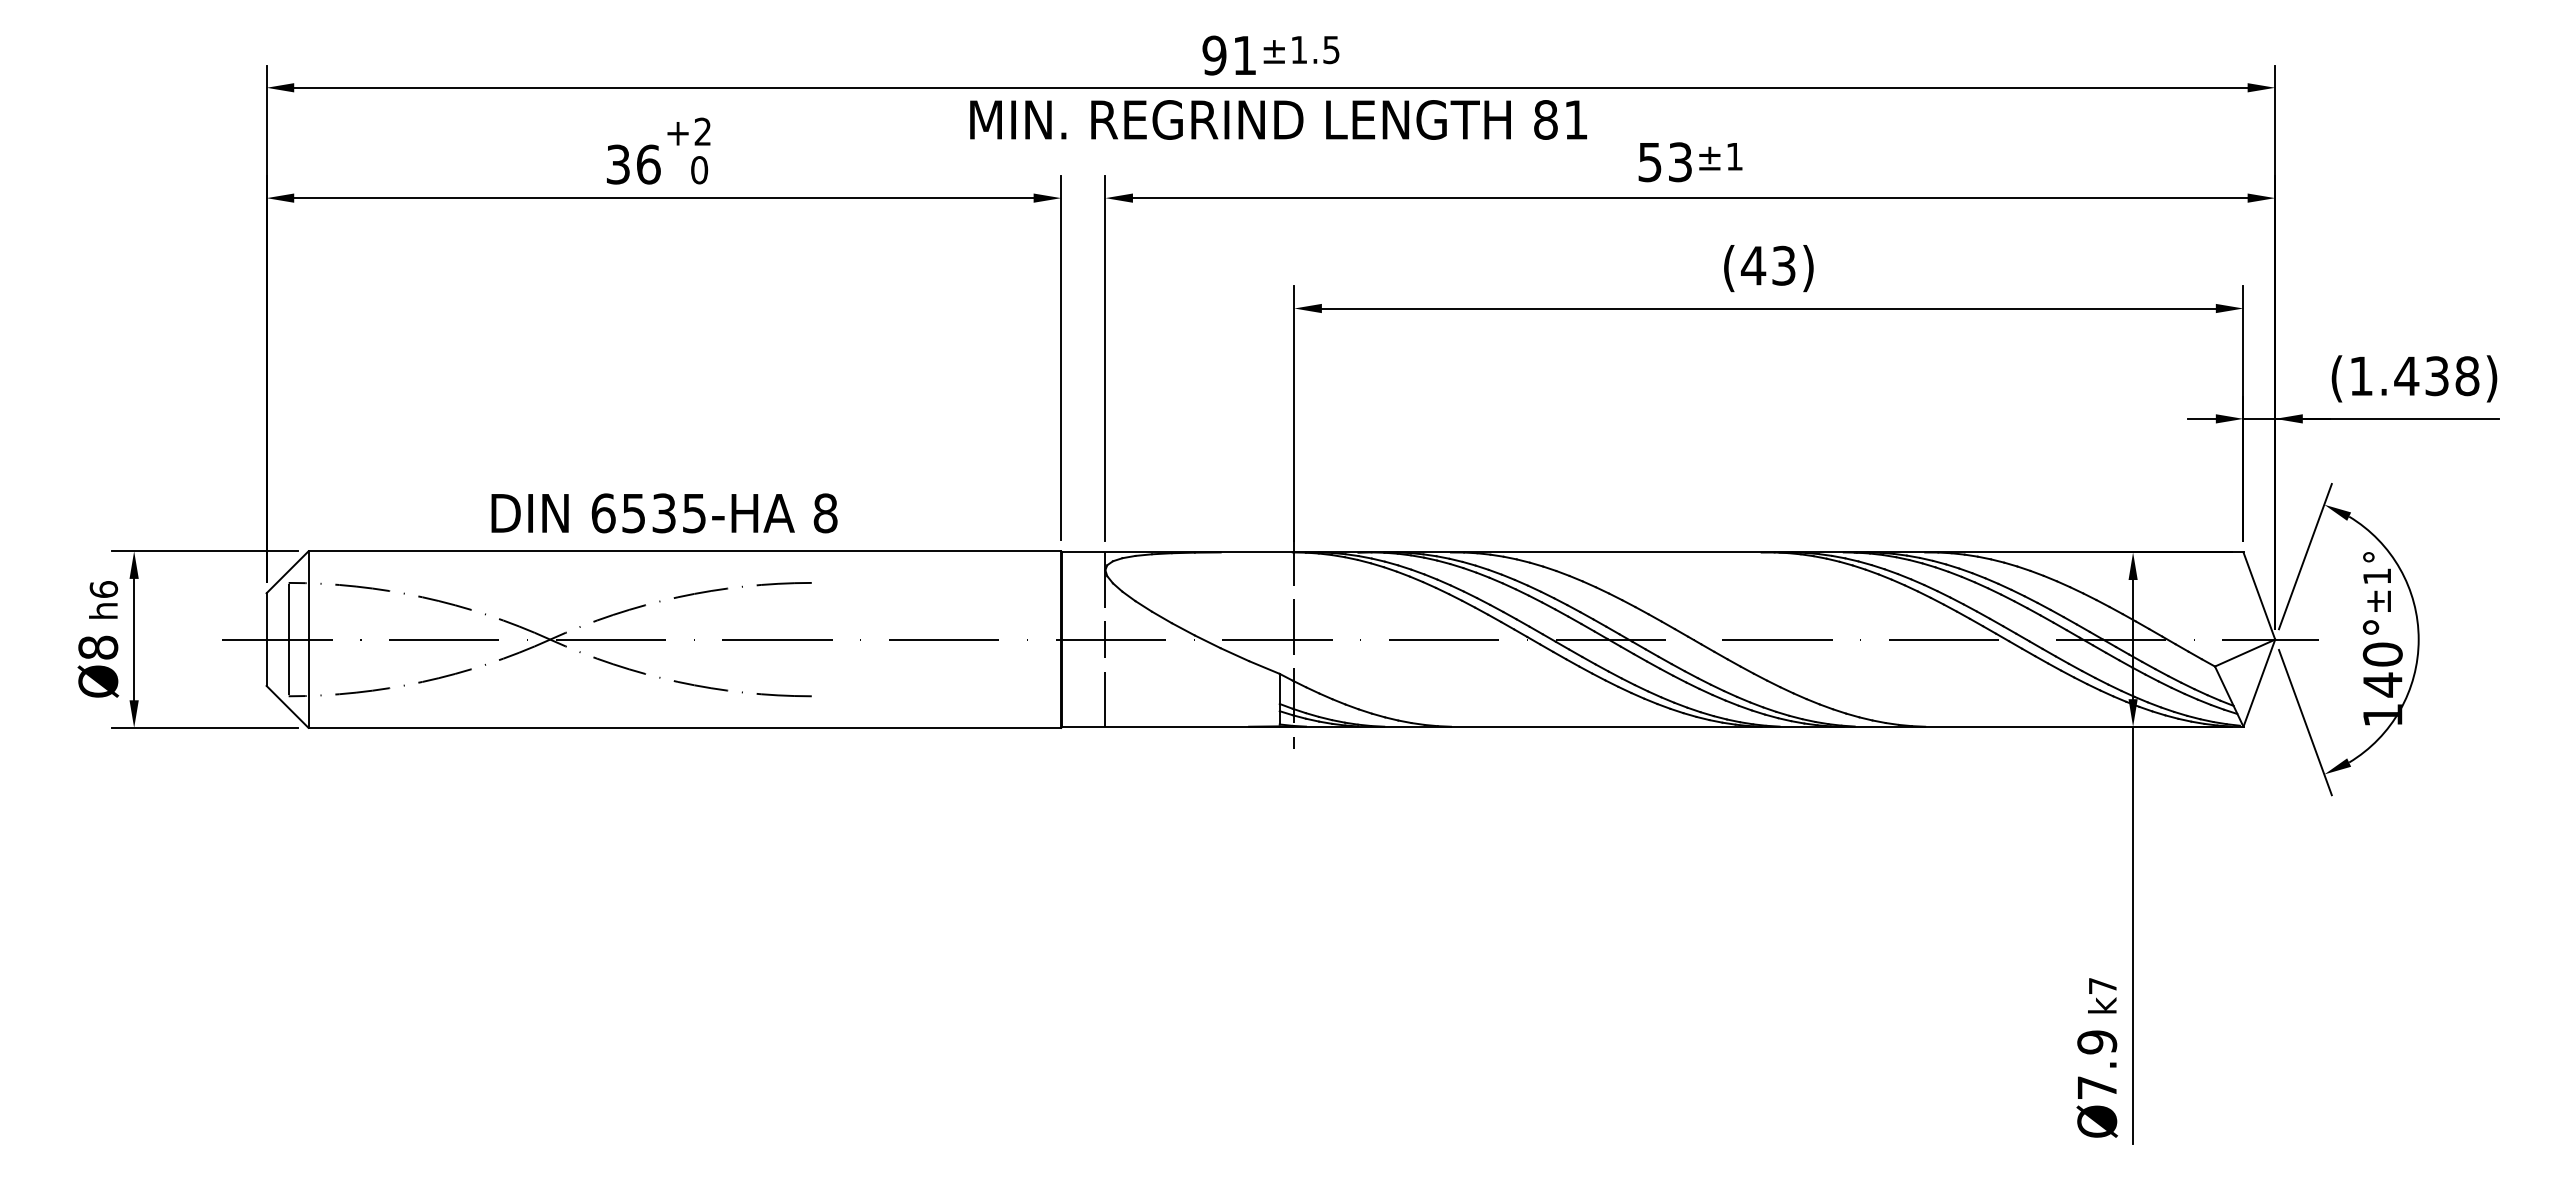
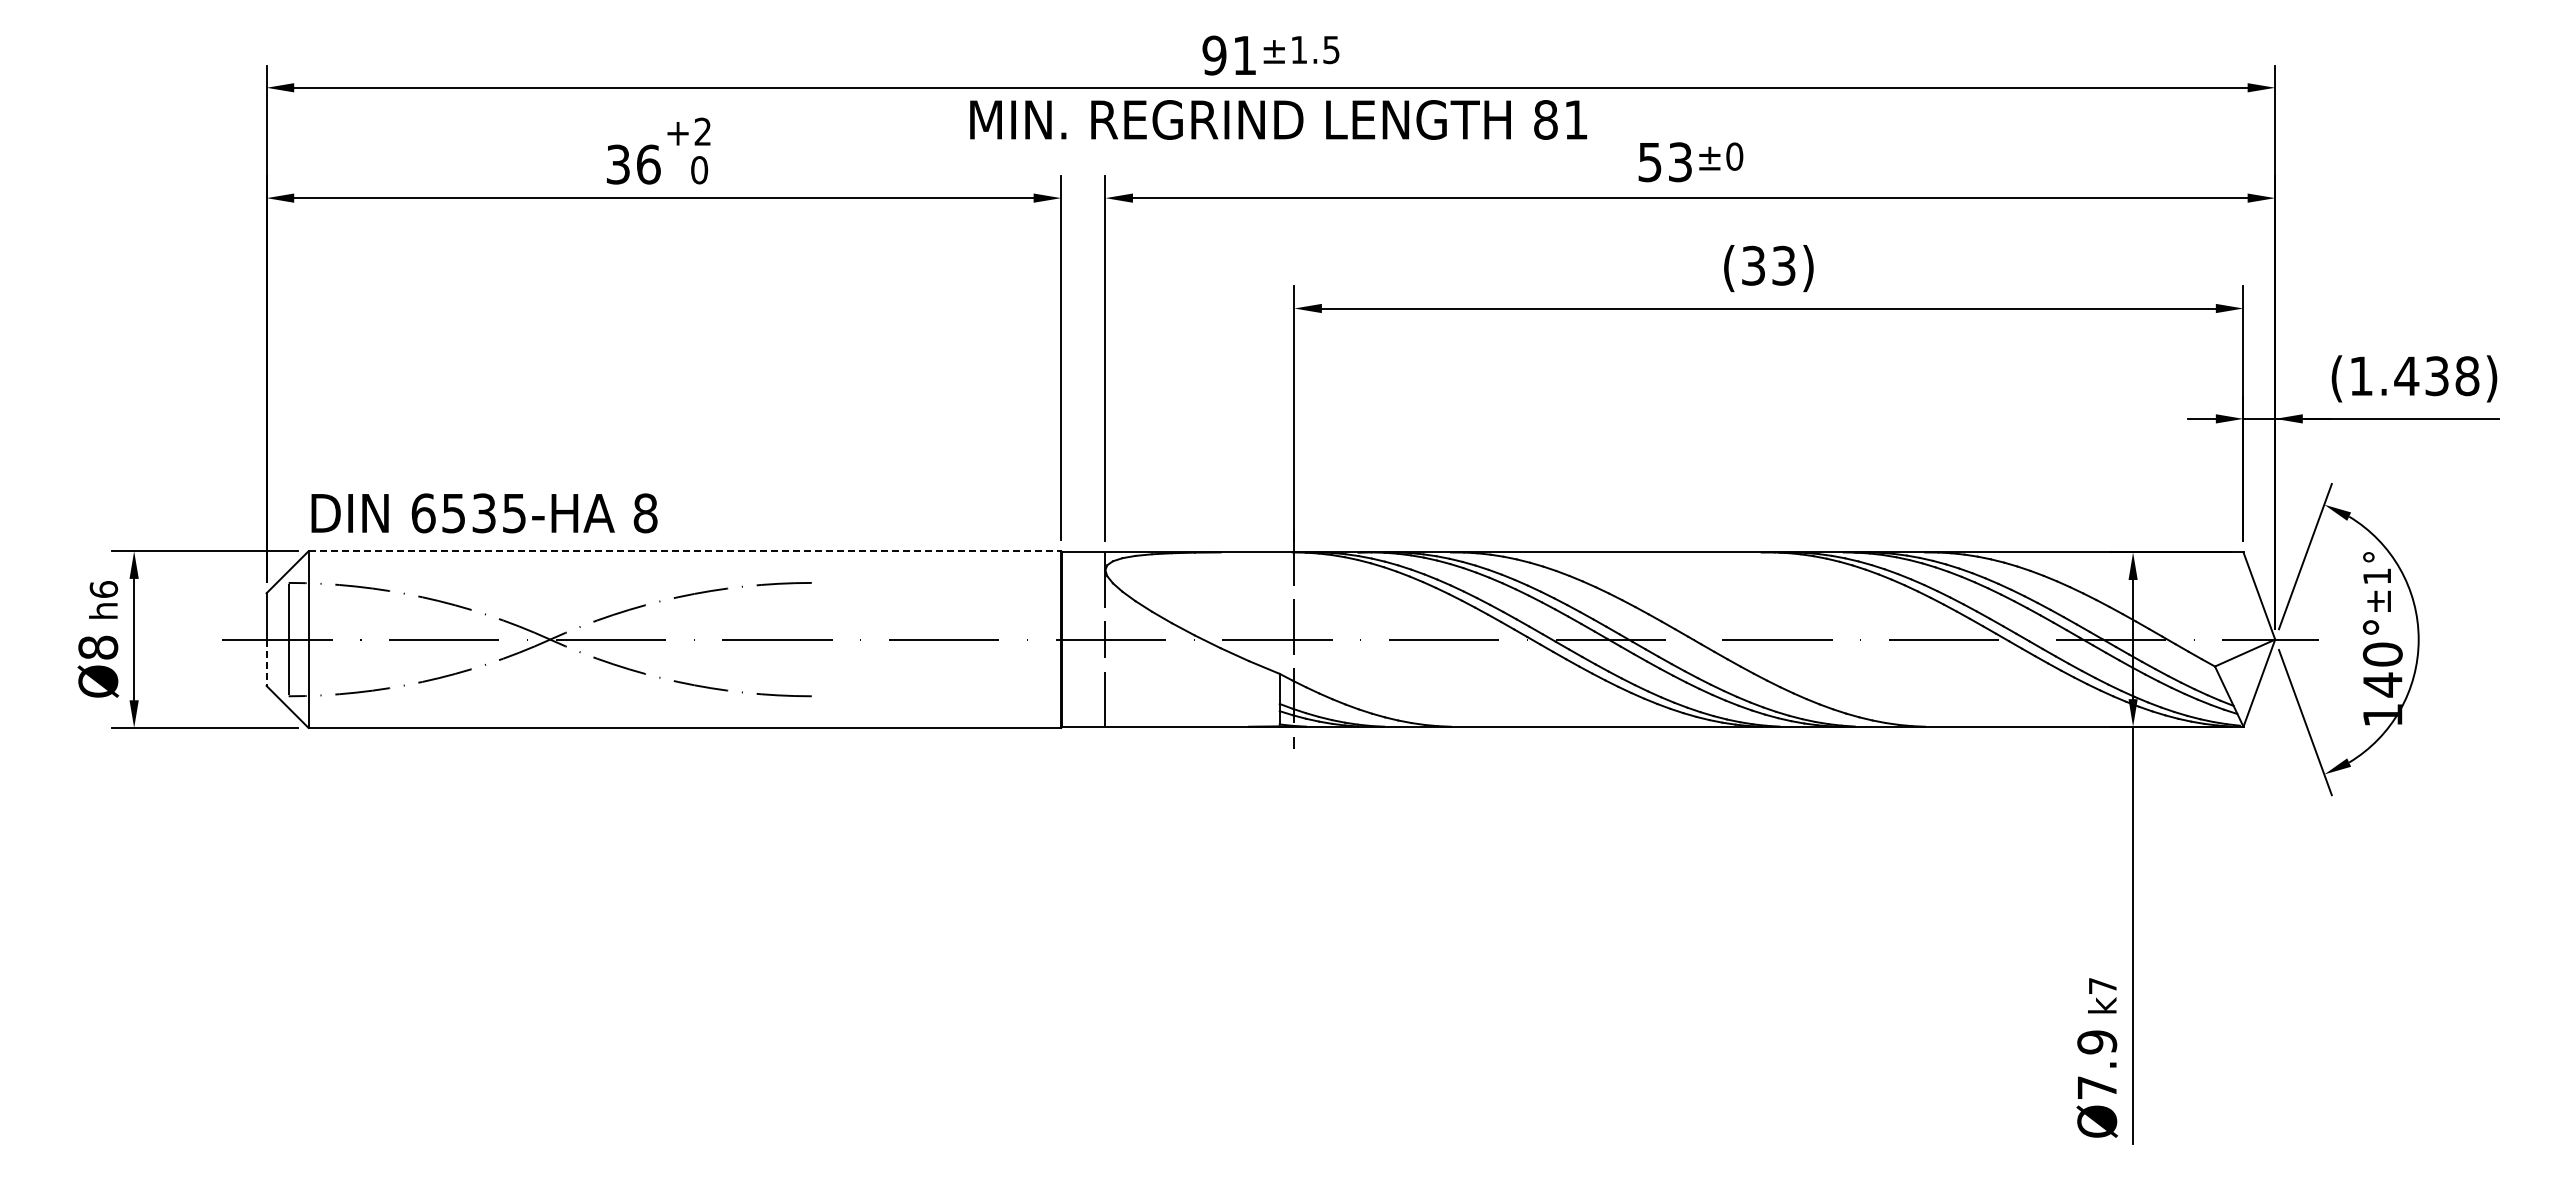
text at (1734, 156): ±1 -> ±0
text at (1753, 265): (43) -> (33)
text at (664, 513) position: (664, 513) -> (484, 513)
line at (685, 551): solid -> dashed
line at (266, 663): solid -> dashed
